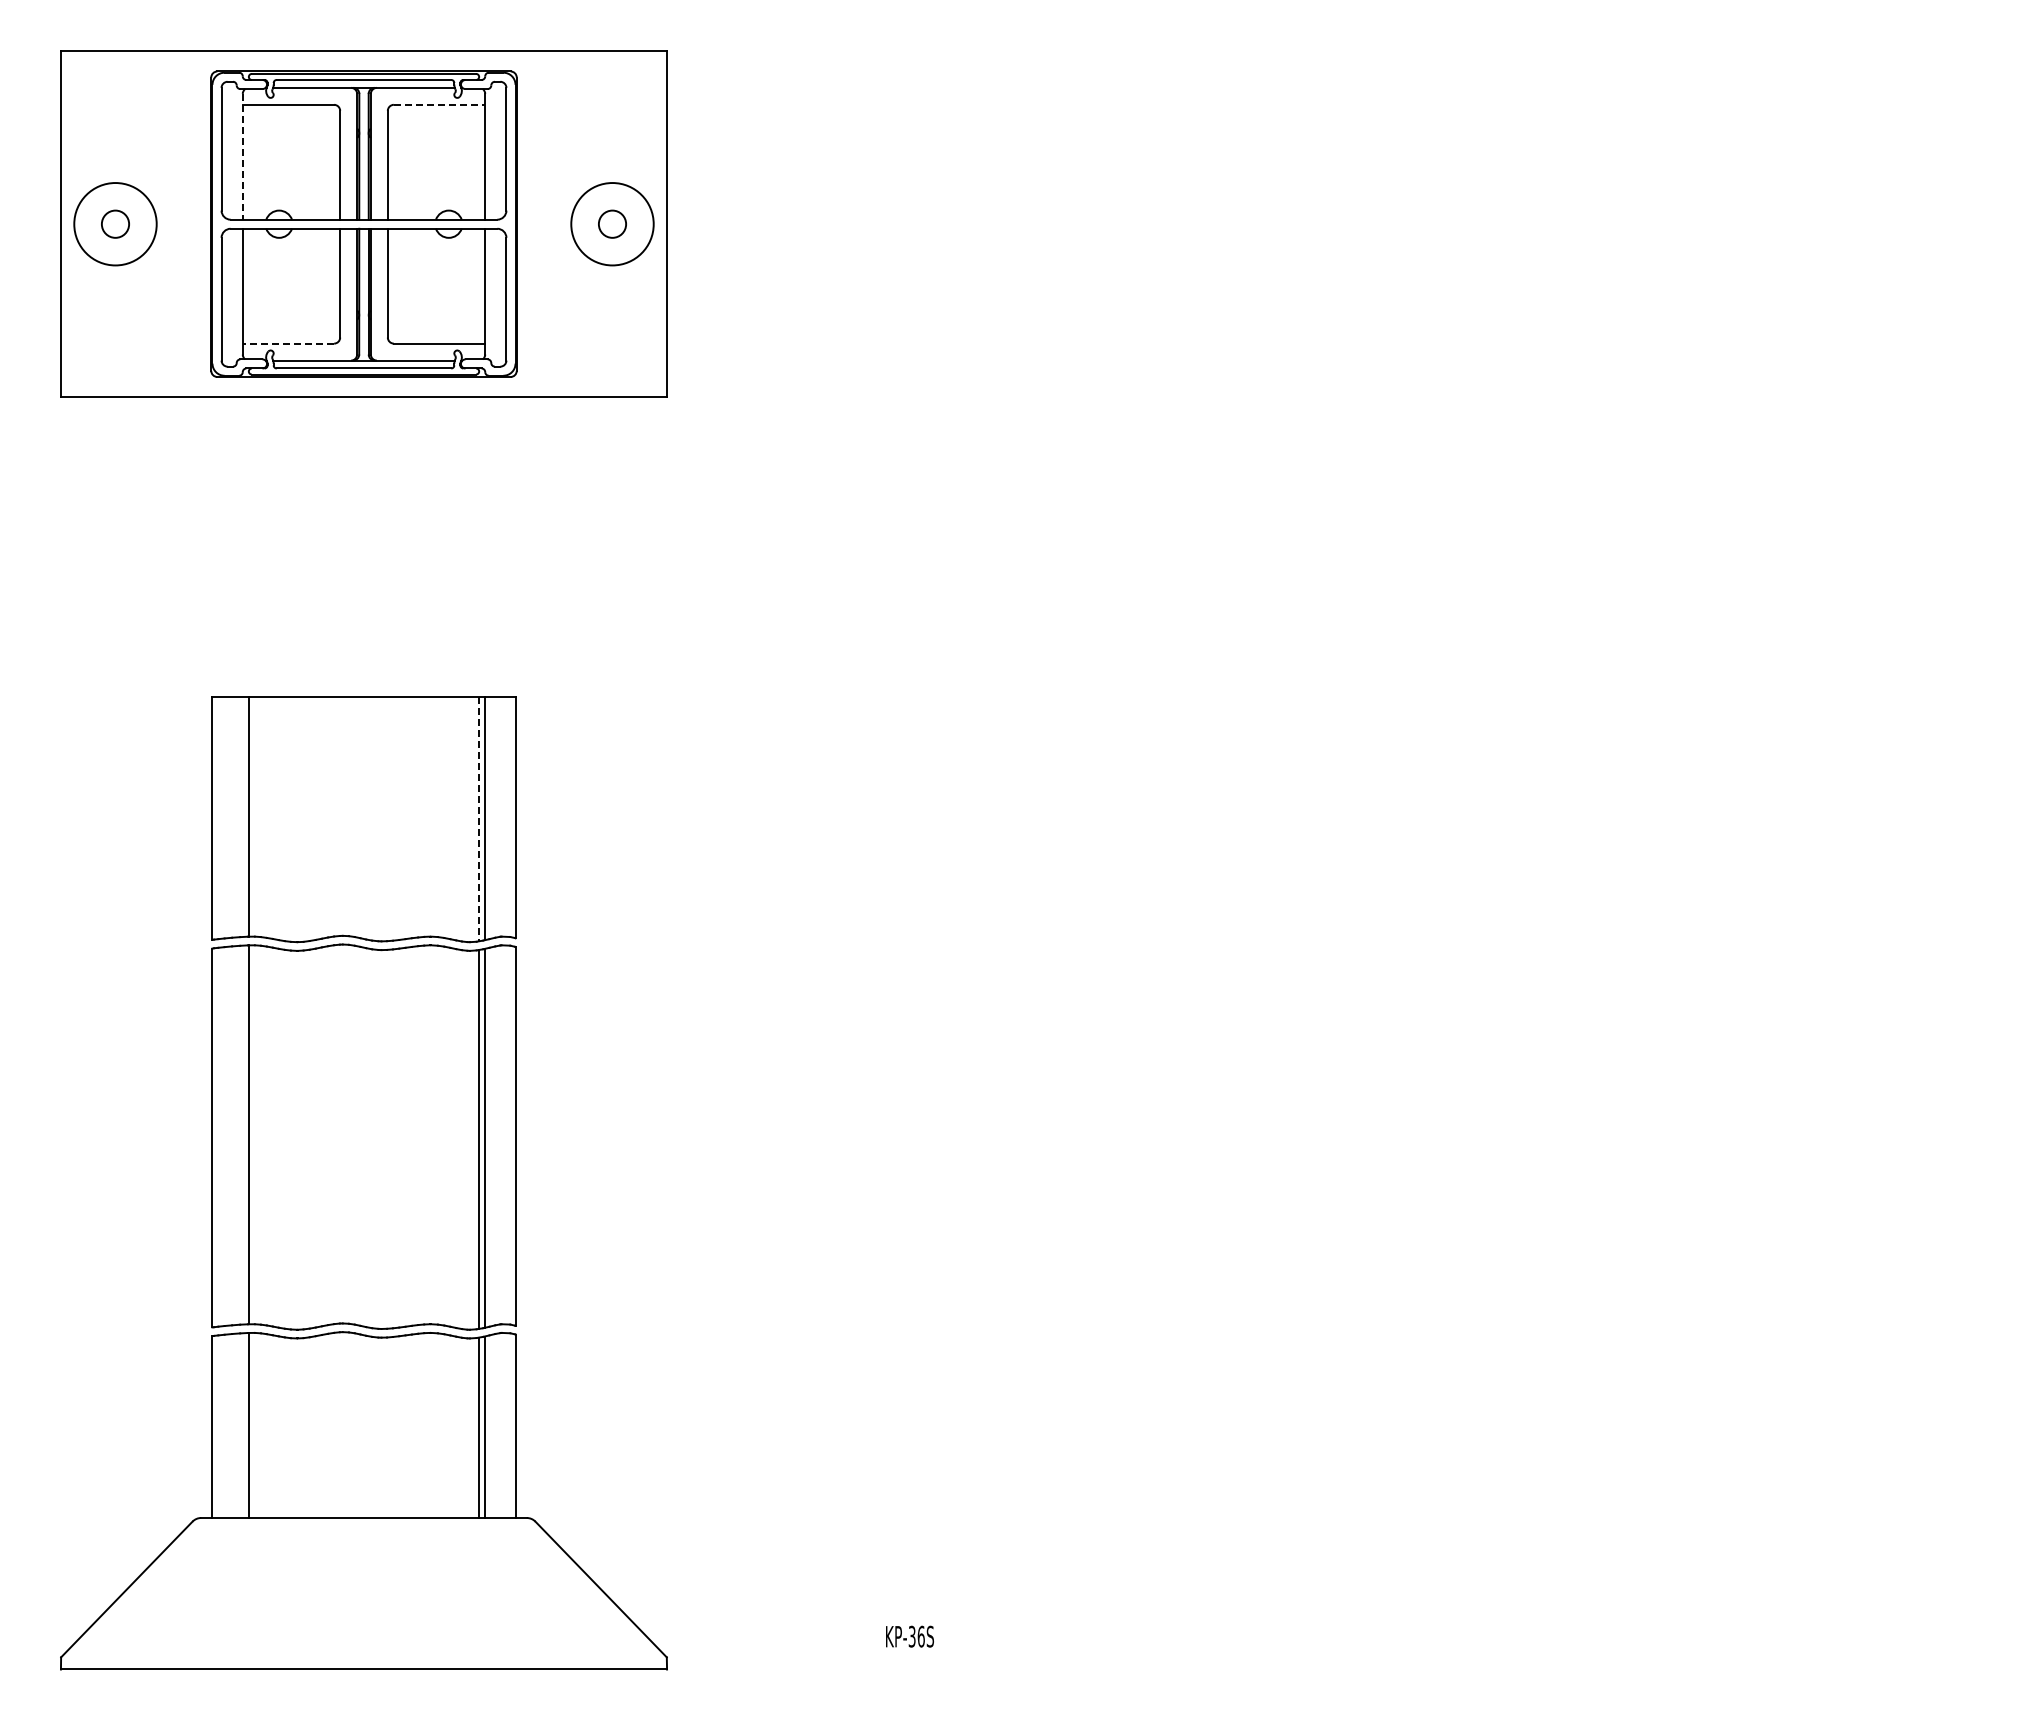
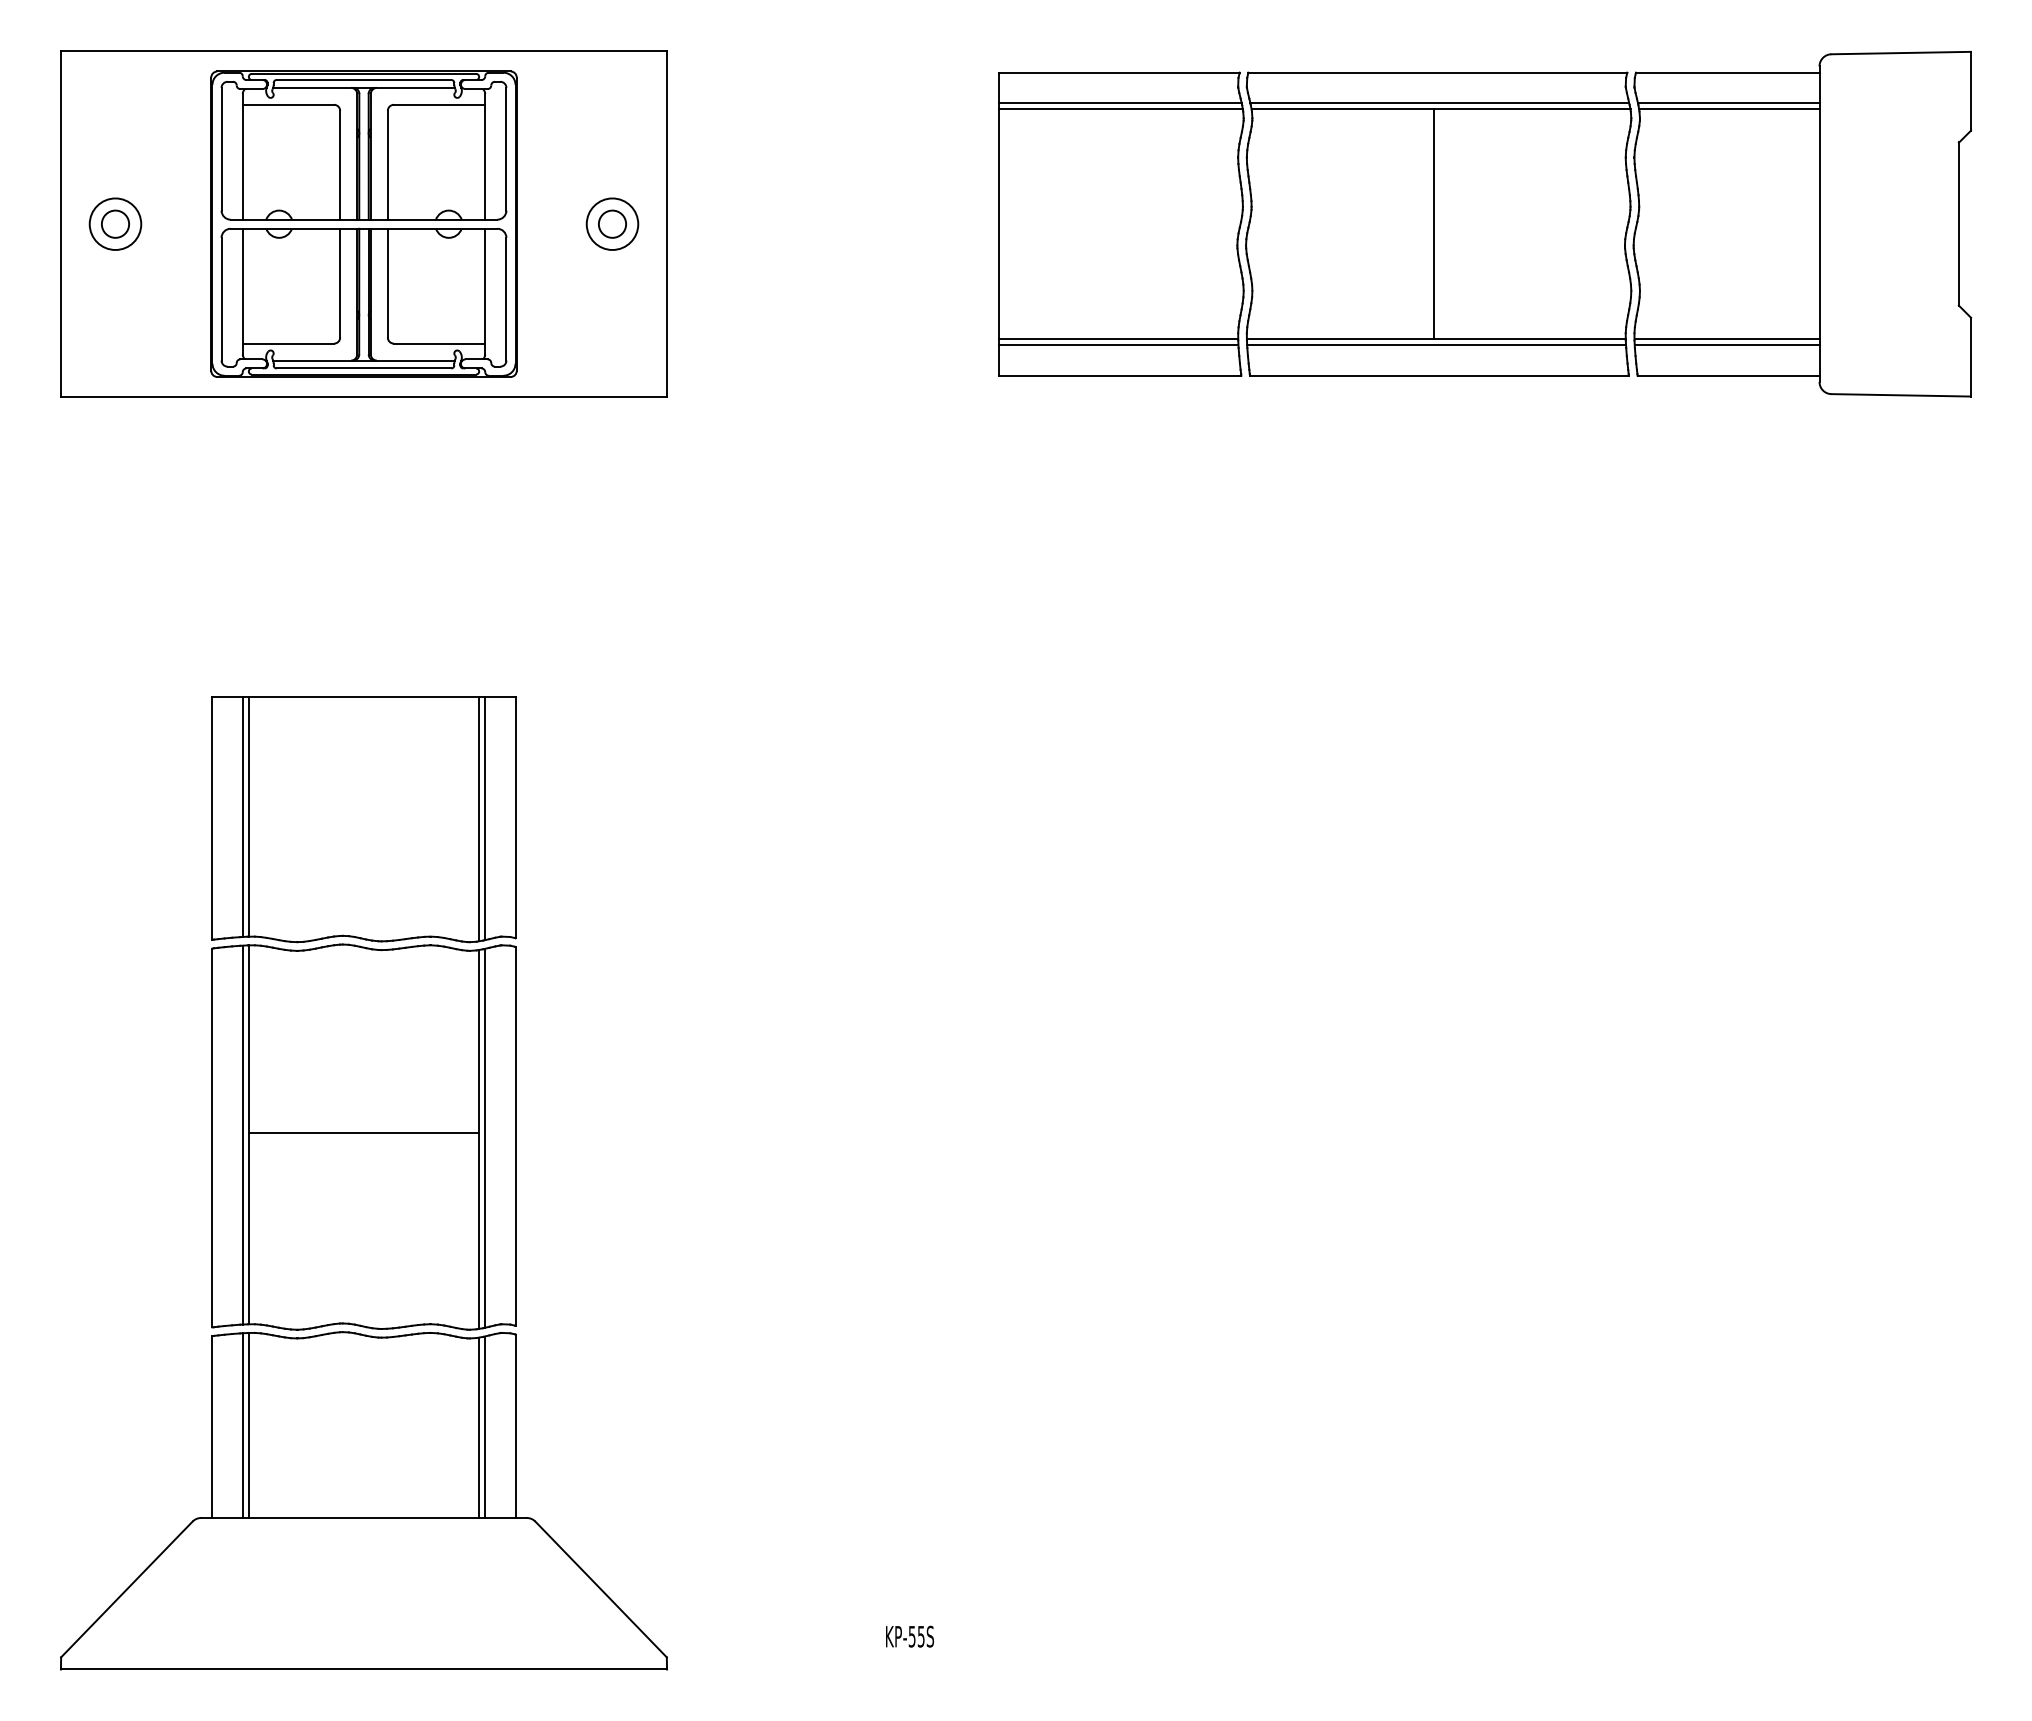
line at (439, 104): dashed -> solid
line at (242, 156): dashed -> solid
circle at (115, 224) diameter: 82 px -> 52 px
circle at (612, 224) diameter: 82 px -> 52 px
part at (1485, 224): none -> present
line at (288, 343): dashed -> solid
line at (242, 816): none -> present
line at (479, 819): dashed -> solid
line at (363, 1132): none -> present
line at (242, 1134): none -> present
line at (242, 1425): none -> present
text at (916, 1636): KP-36S -> KP-55S
